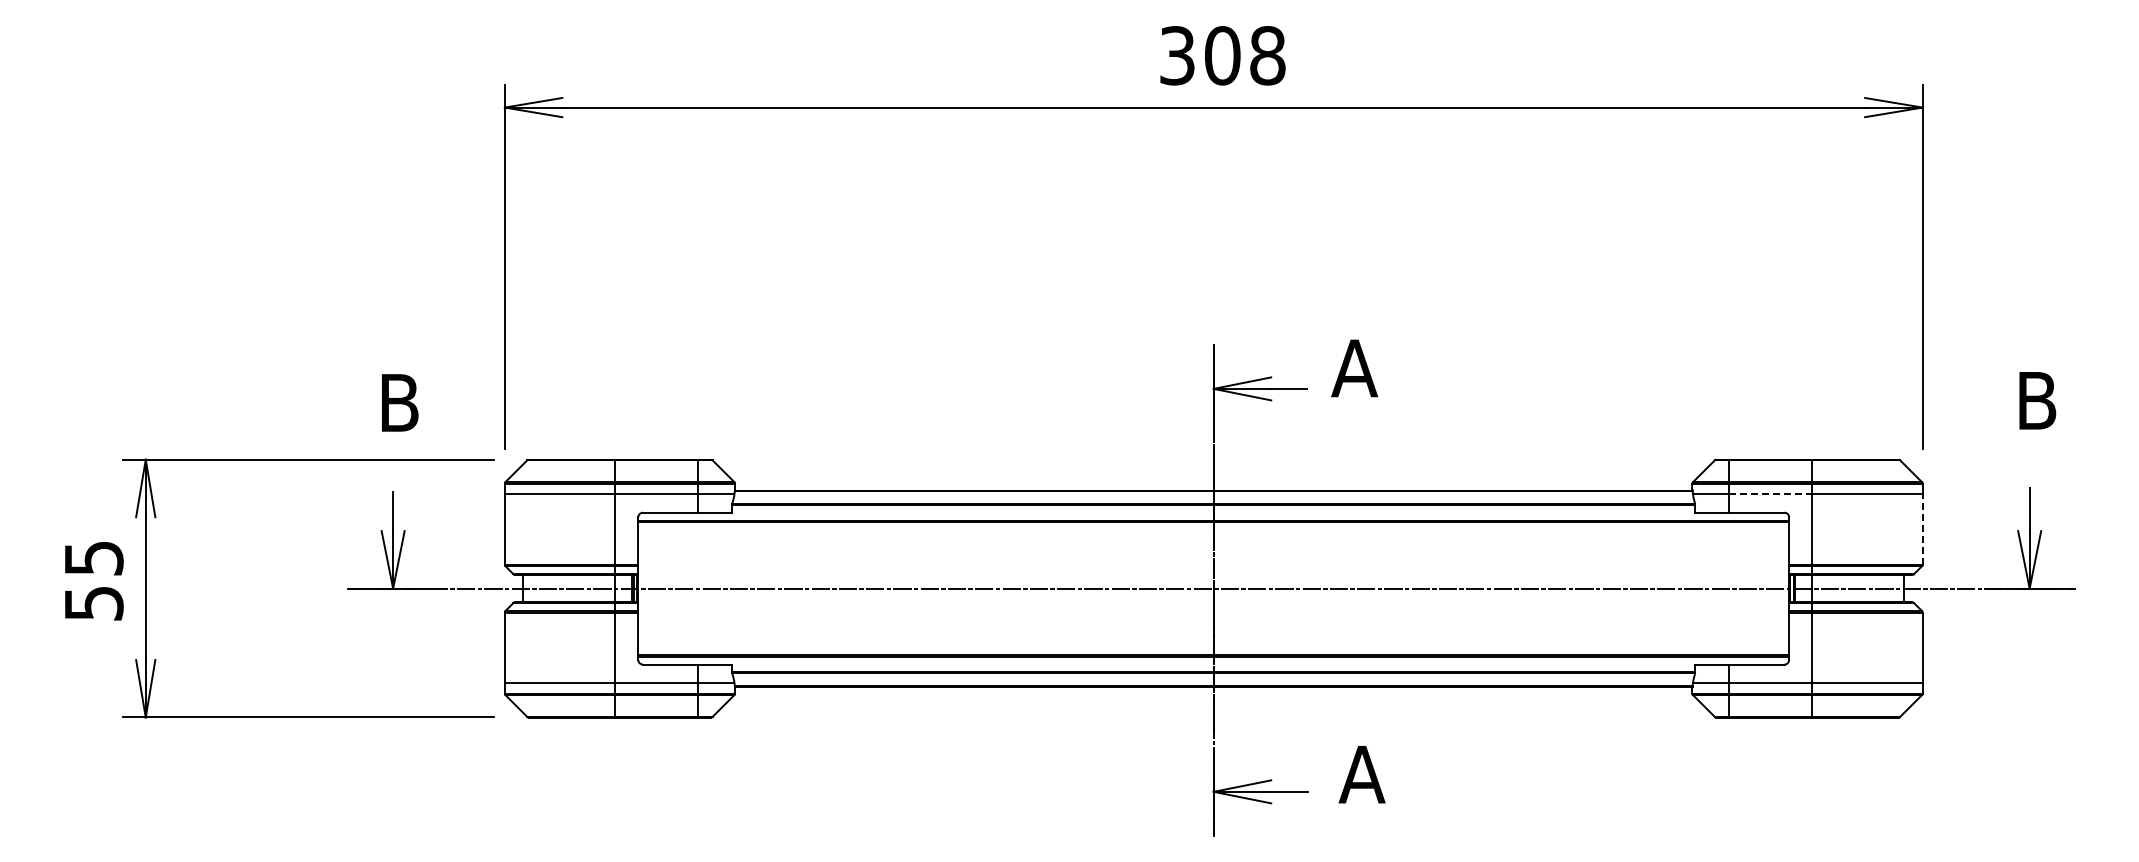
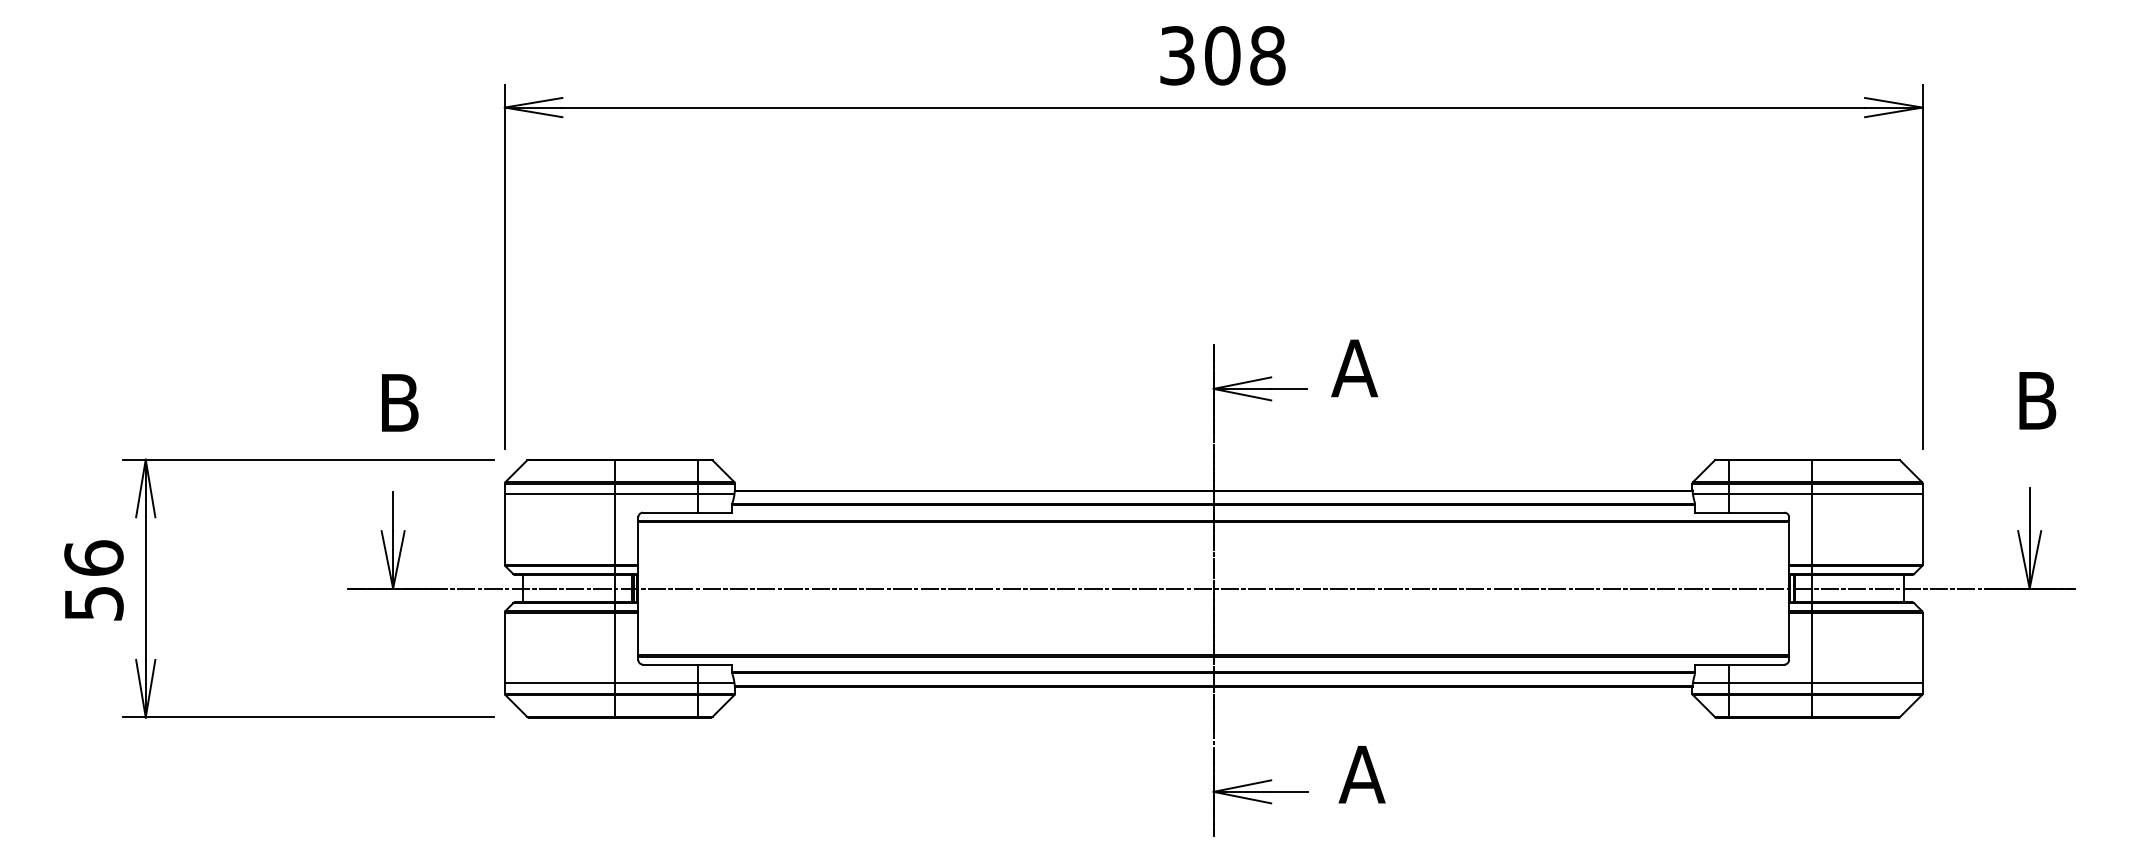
line at (1771, 494): dashed -> solid
line at (1922, 528): dashed -> solid
text at (93, 557): 55 -> 56
